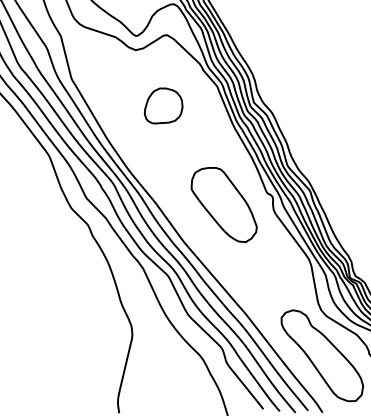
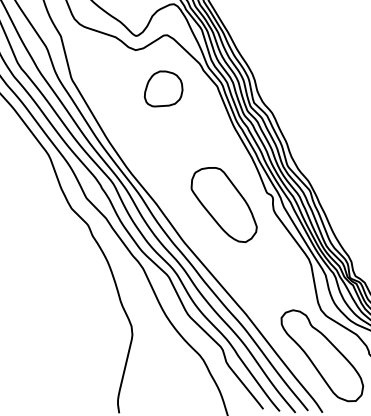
part at (163, 105) position: (163, 105) -> (163, 88)
